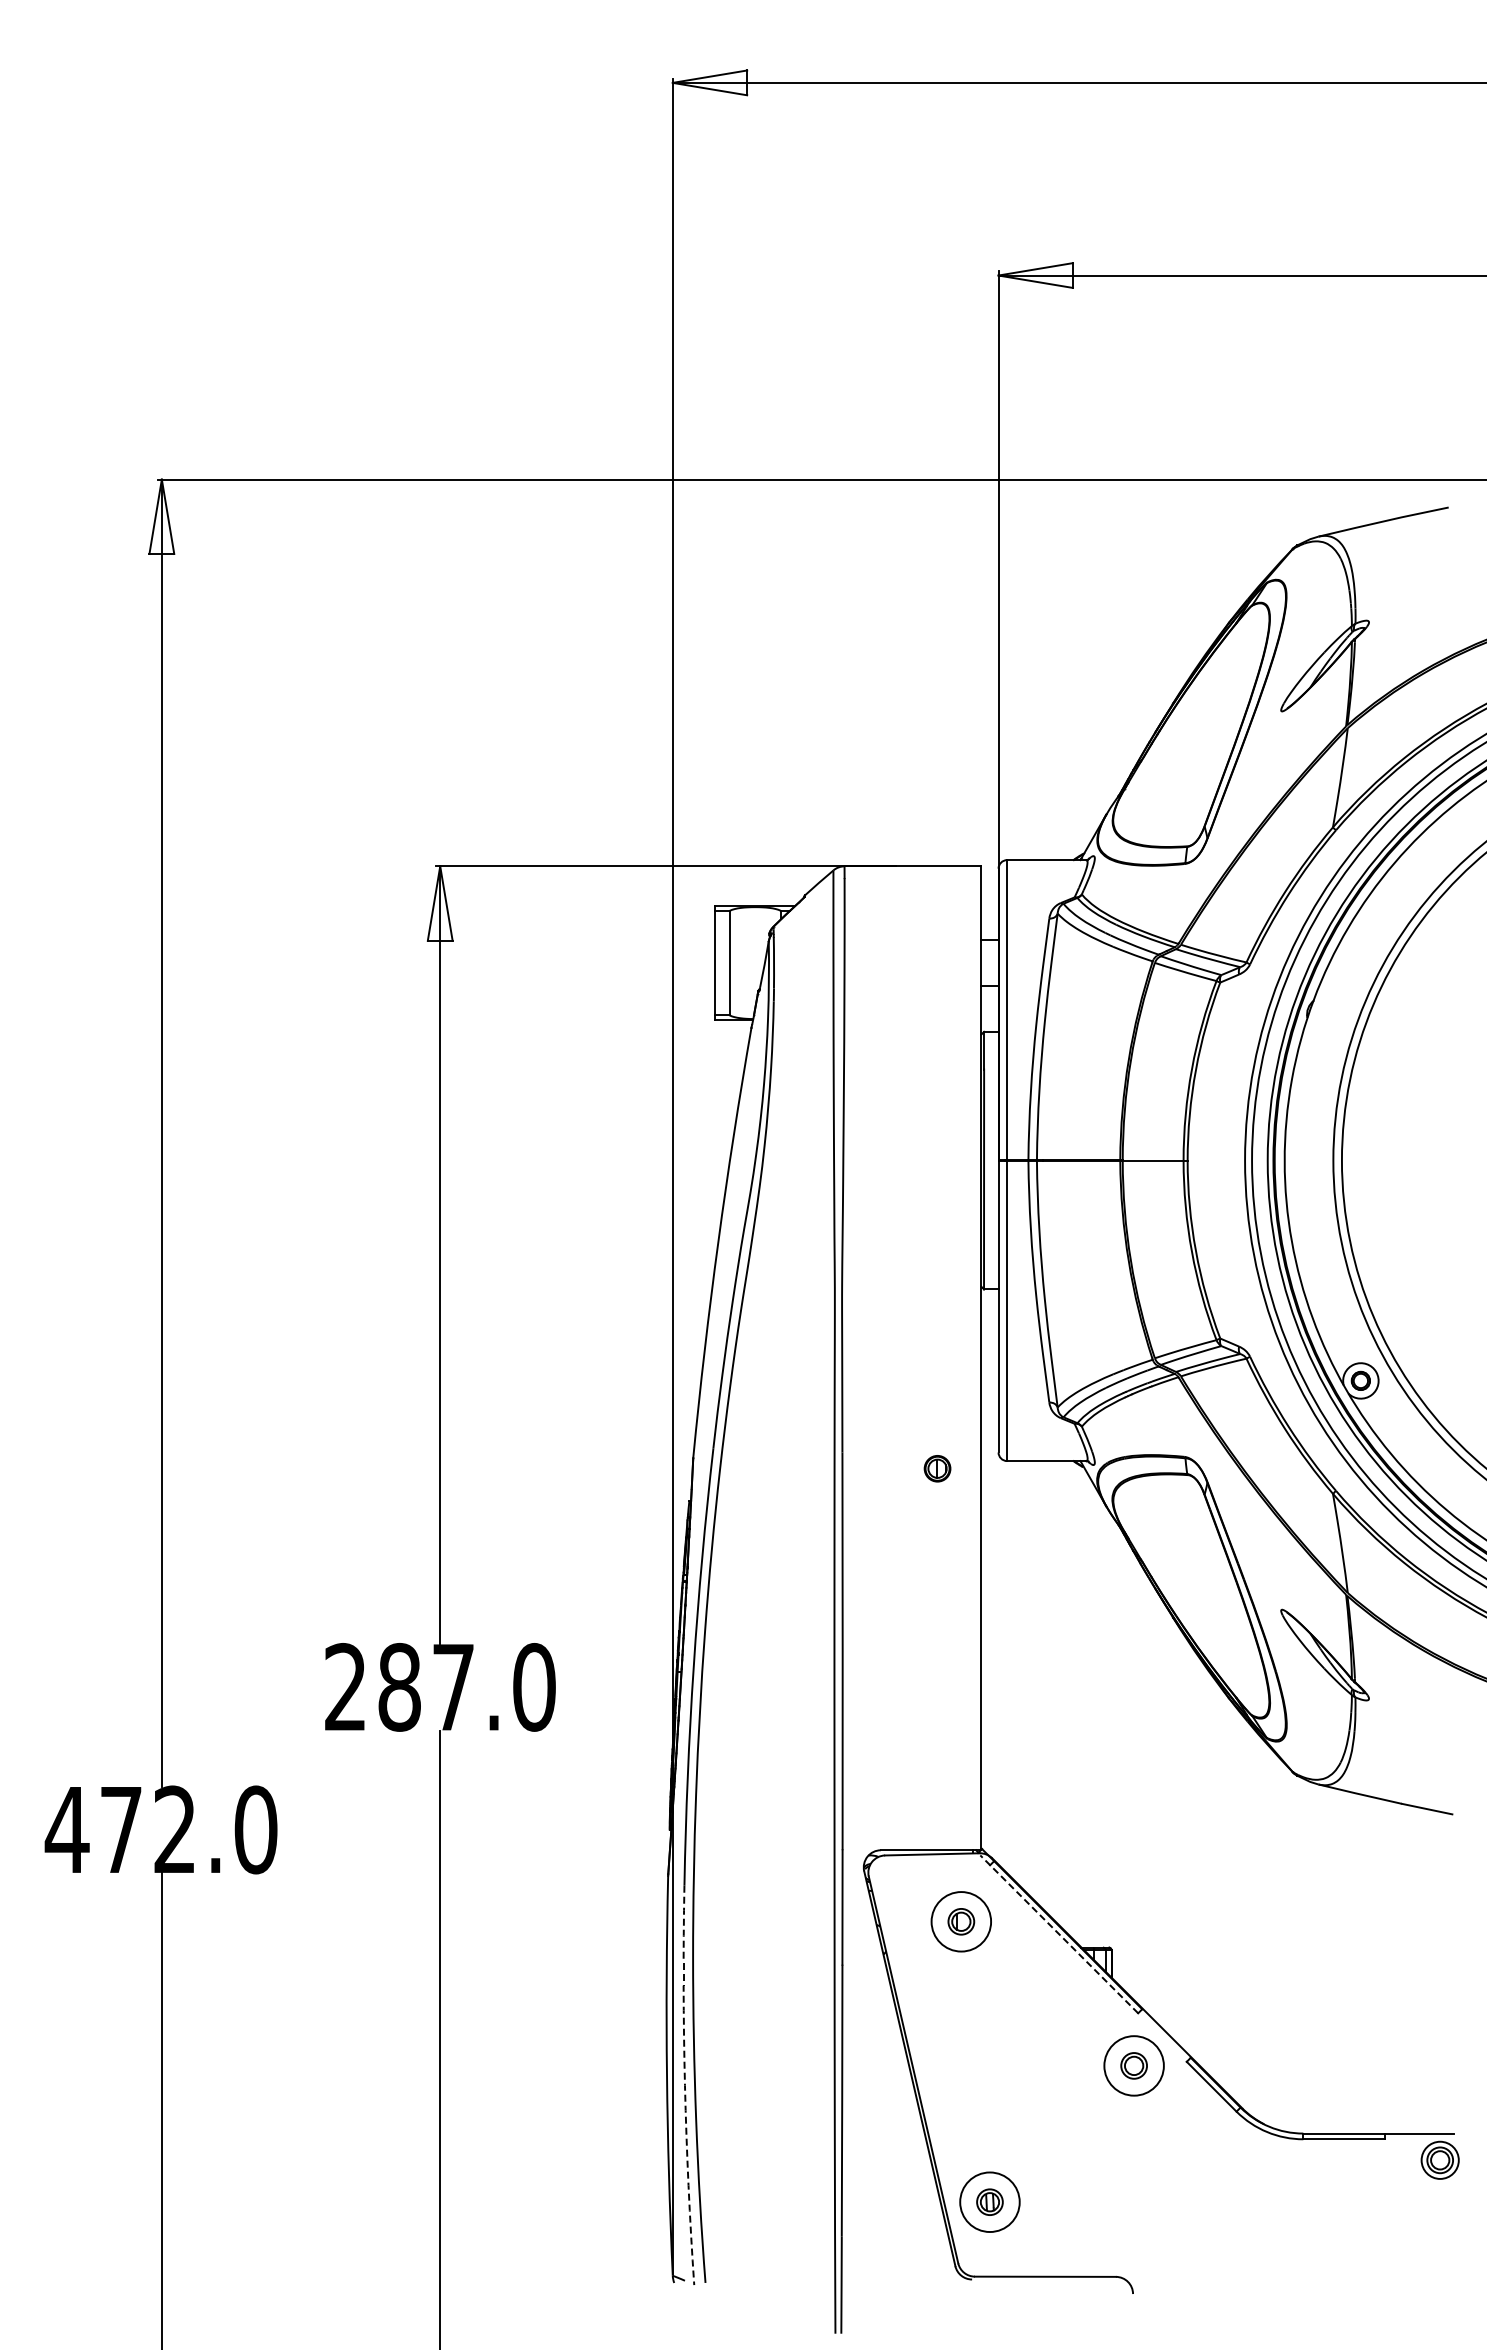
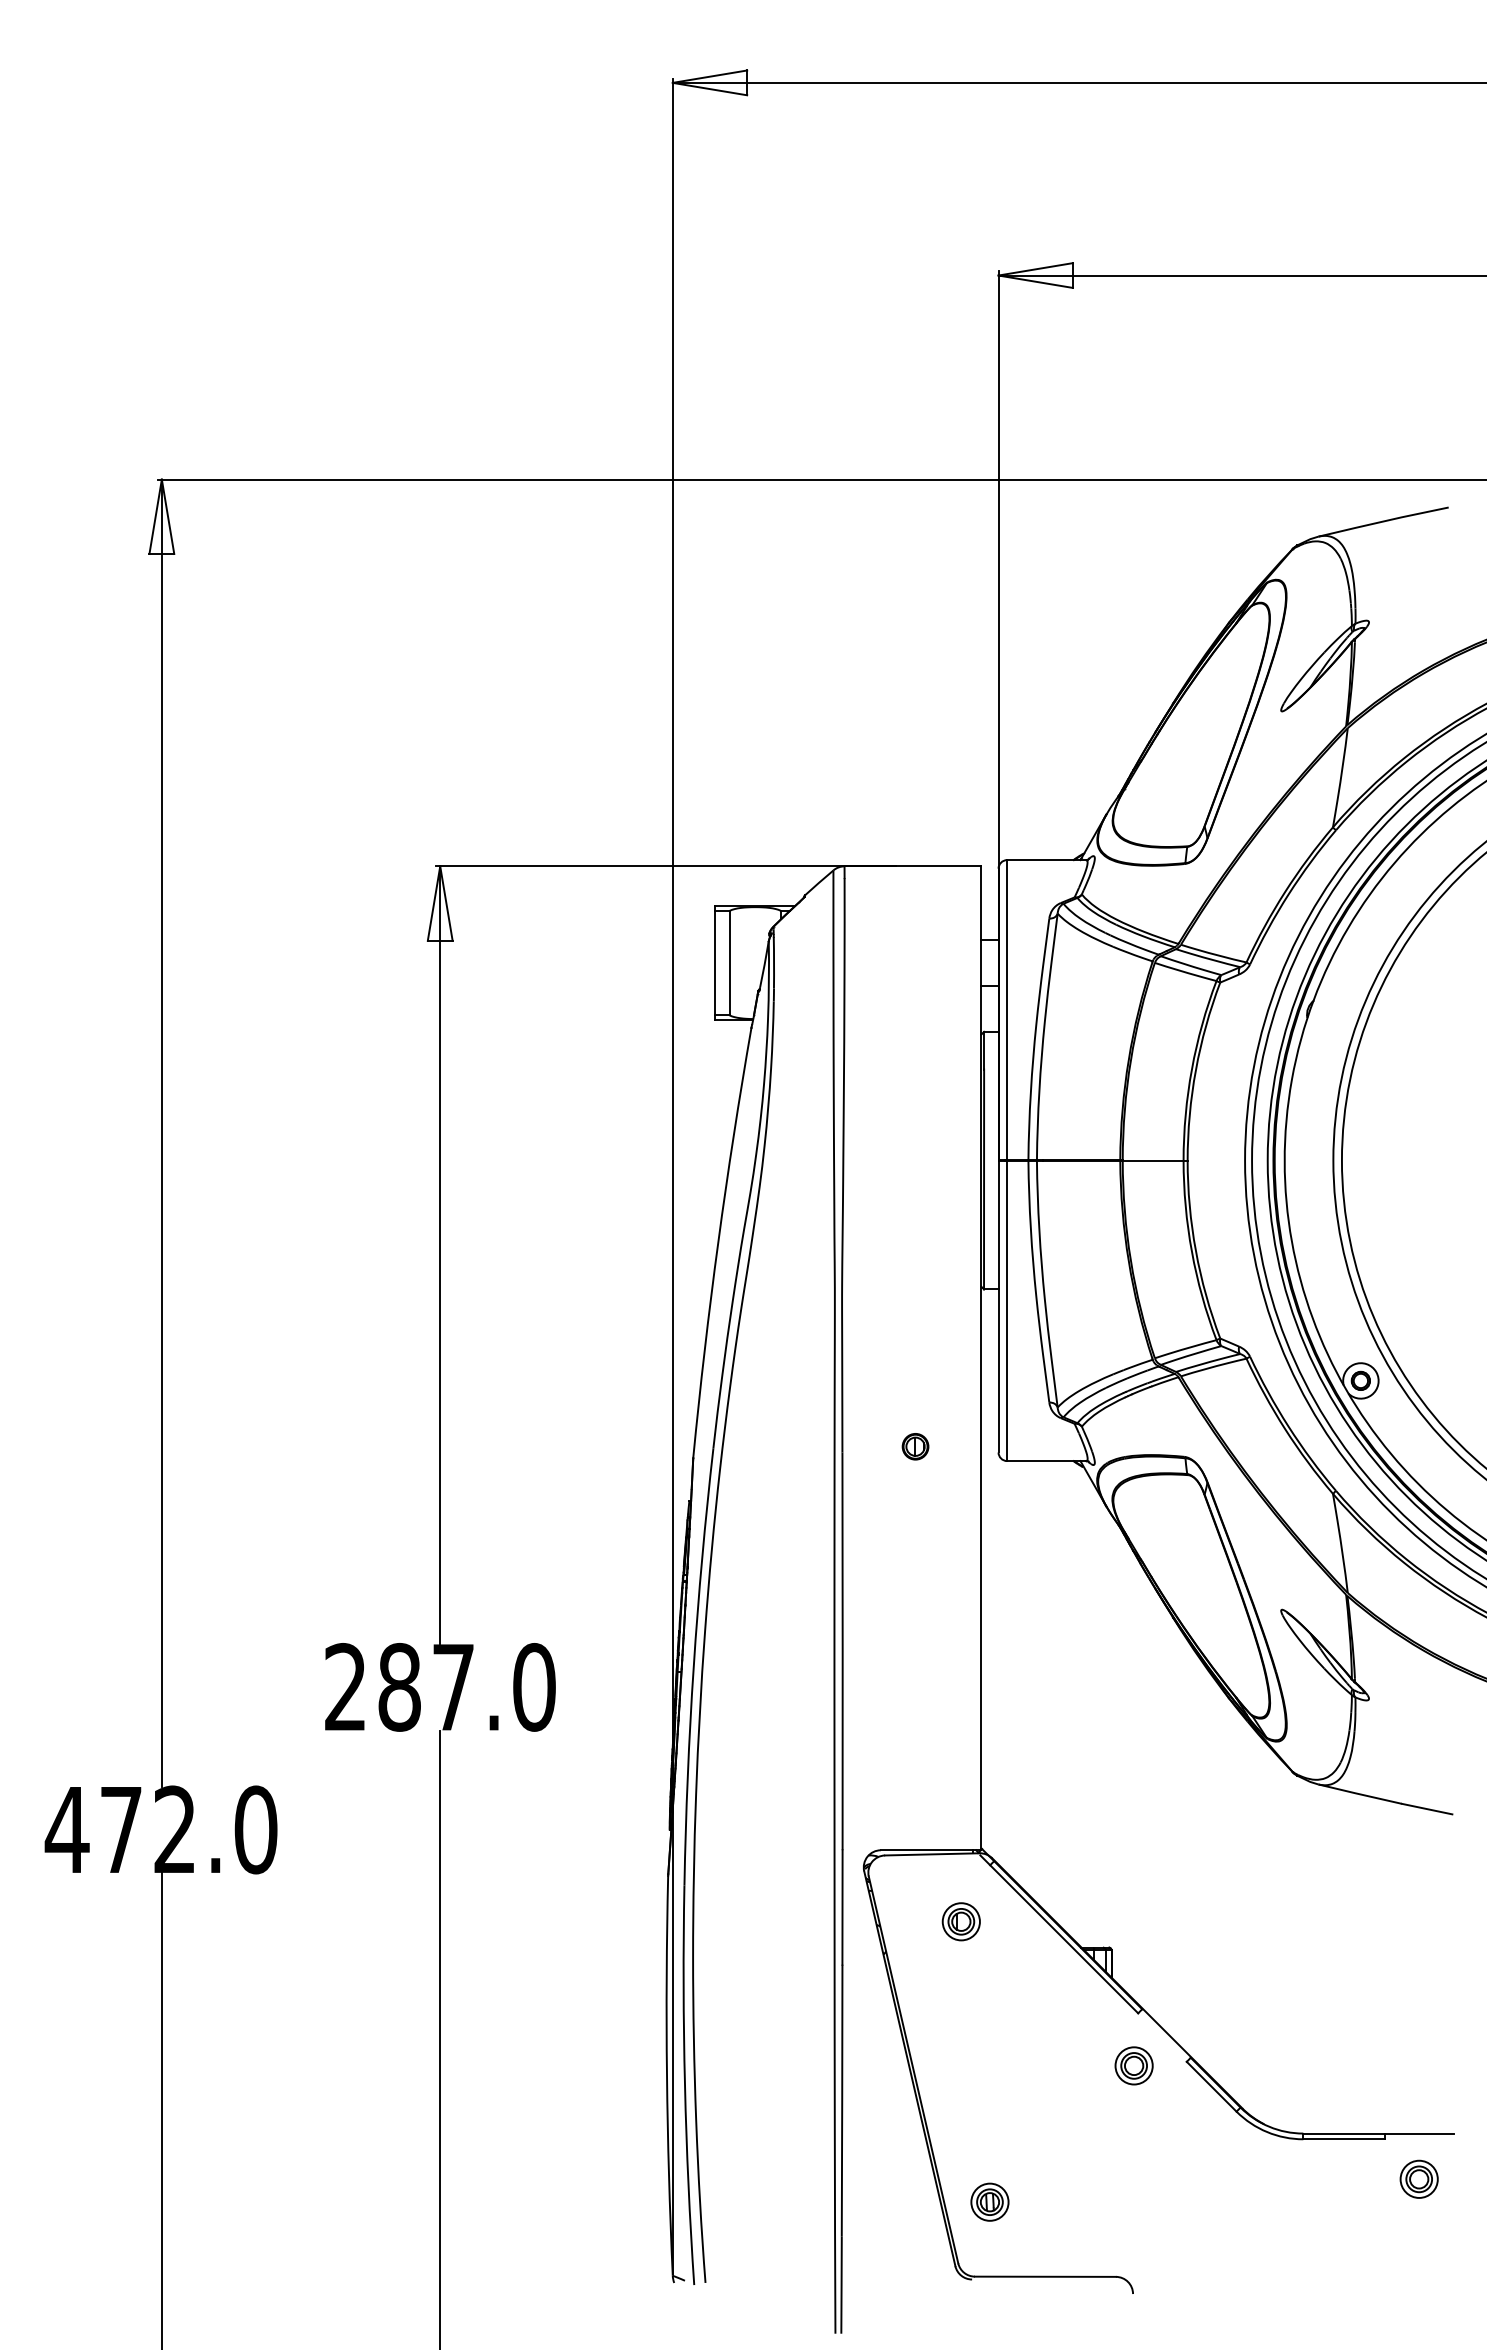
part at (937, 1468) position: (937, 1468) -> (915, 1446)
circle at (961, 1921) diameter: 60 px -> 37 px
line at (1059, 1934): dashed -> solid
circle at (1133, 2065) diameter: 60 px -> 37 px
arc at (684, 2085): dashed -> solid
part at (1439, 2159) position: (1439, 2159) -> (1418, 2178)
circle at (989, 2202) diameter: 60 px -> 37 px
